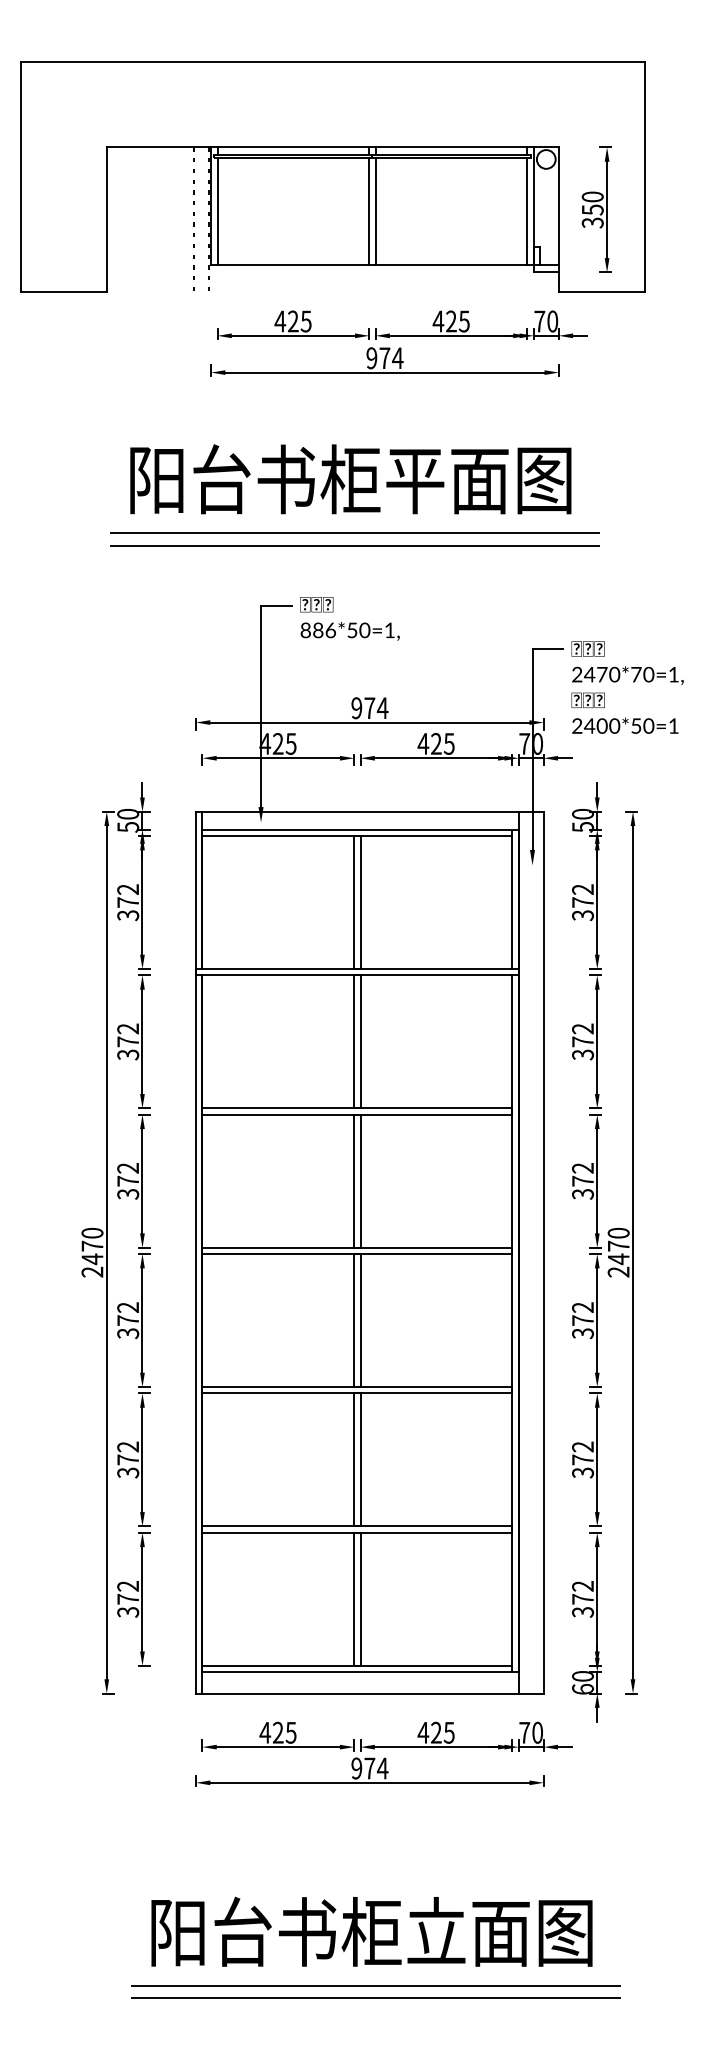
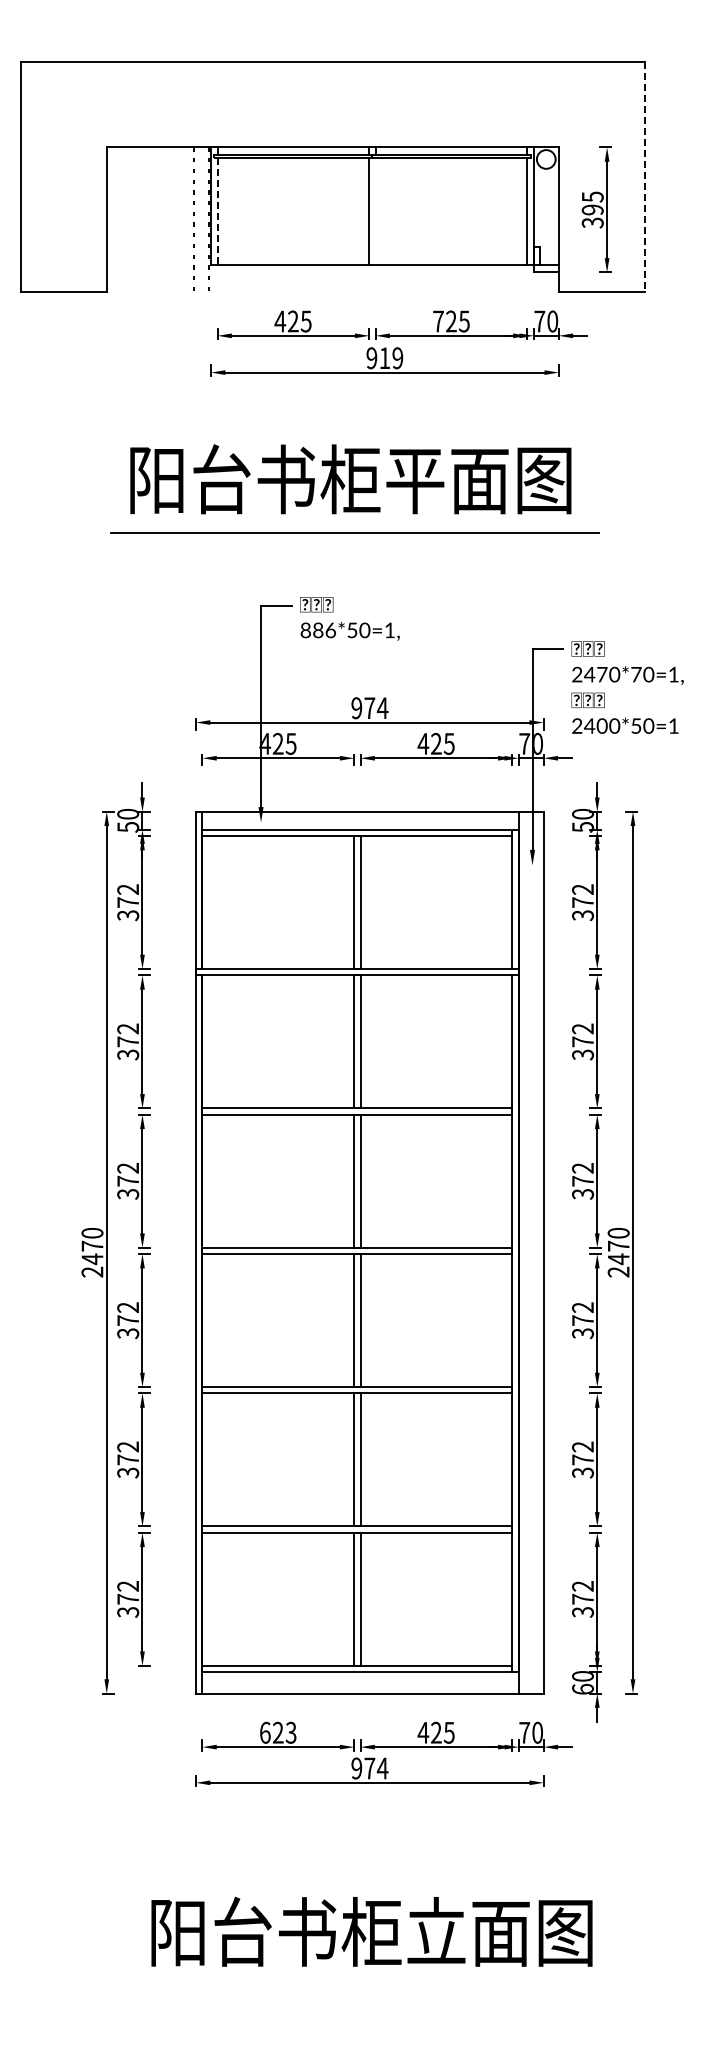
line at (644, 177): solid -> dashed
text at (592, 203): 350 -> 395
line at (217, 211): solid -> dashed
line at (375, 211): present -> none
text at (438, 321): 425 -> 725
text at (391, 358): 974 -> 919
line at (354, 545): present -> none
text at (277, 1732): 425 -> 623
line at (376, 1985): present -> none
line at (376, 1998): present -> none
